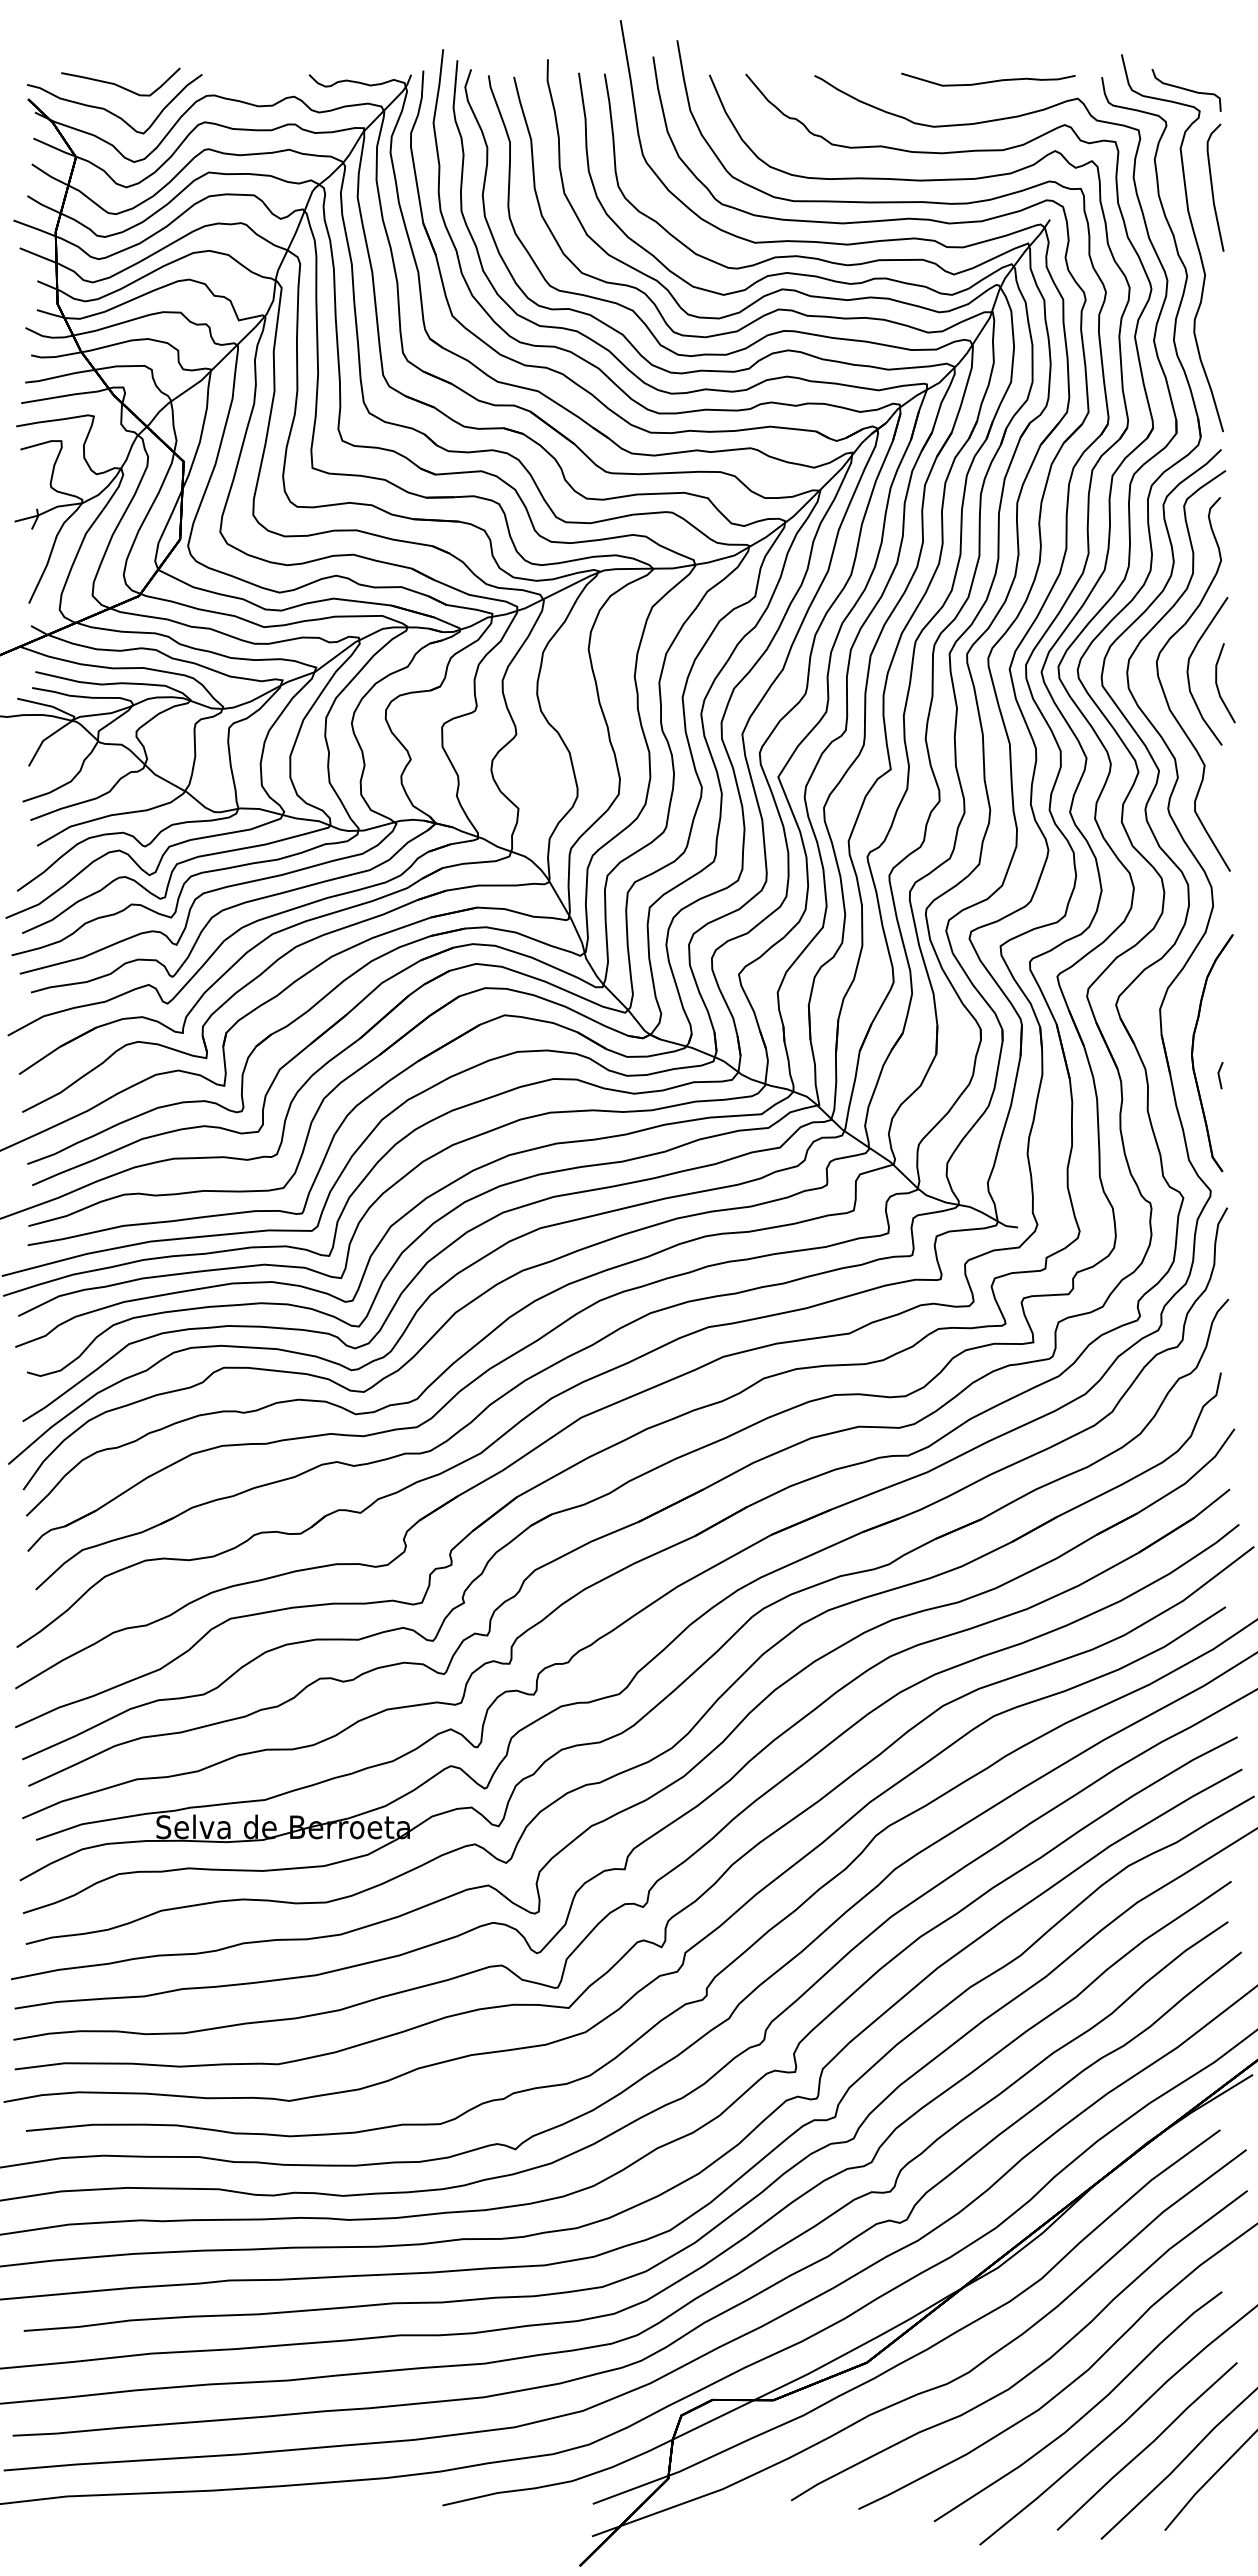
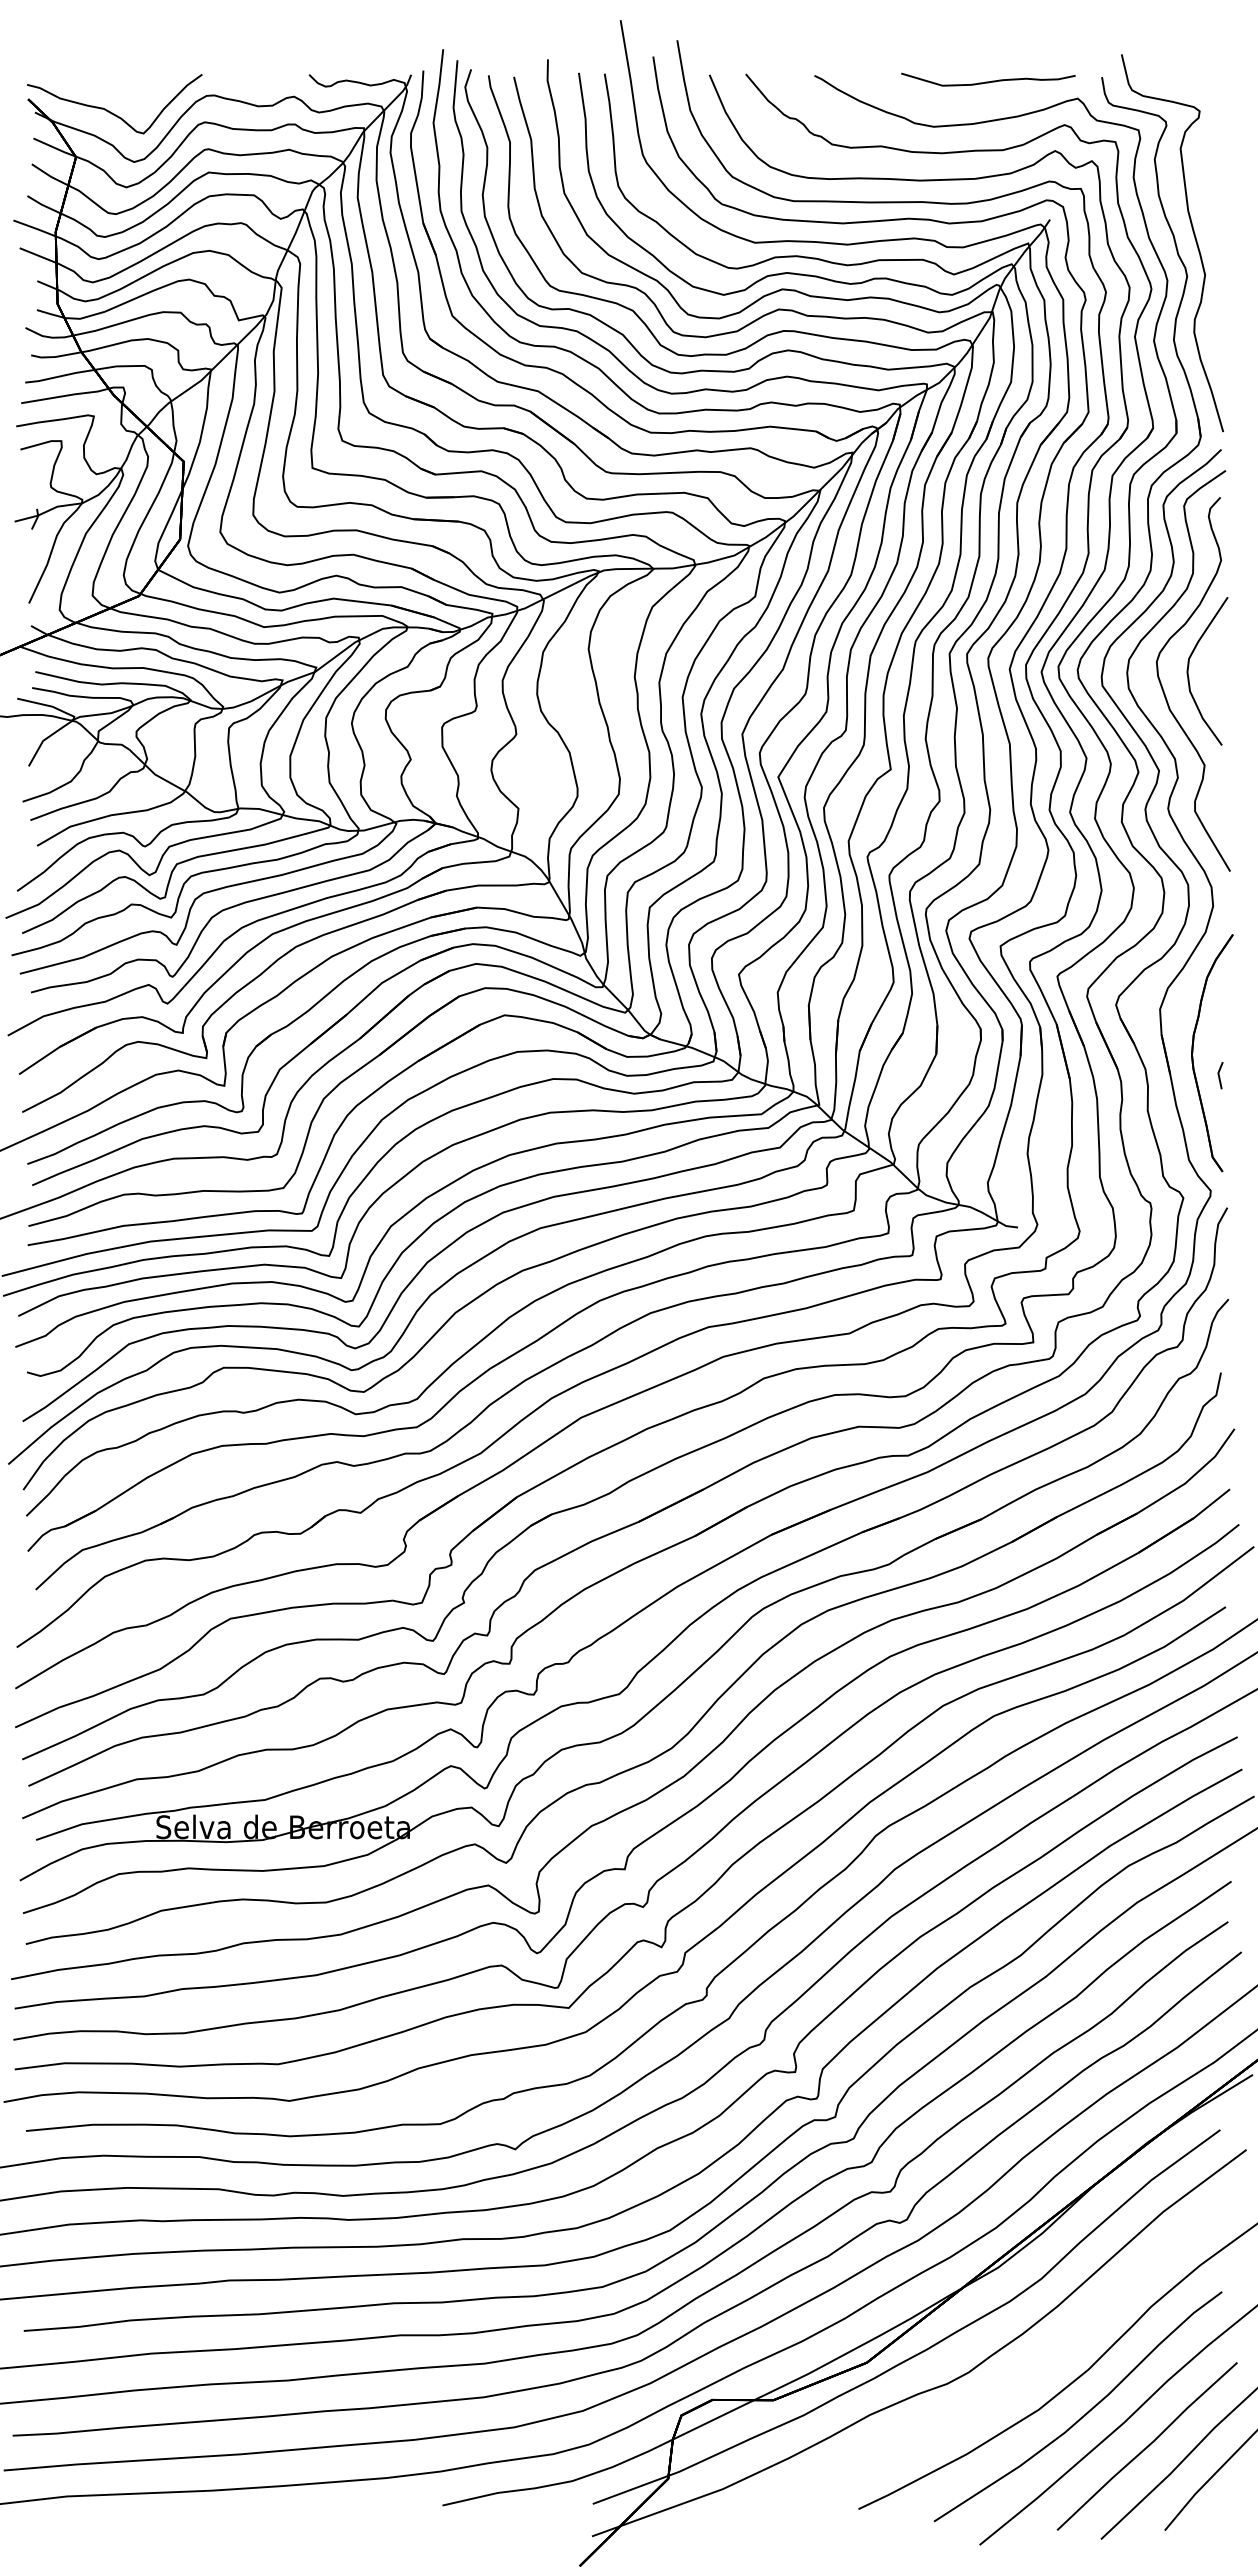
curve at (118, 84): present -> none
part at (1207, 160): present -> none
part at (1218, 686): present -> none
curve at (1034, 2368): present -> none
